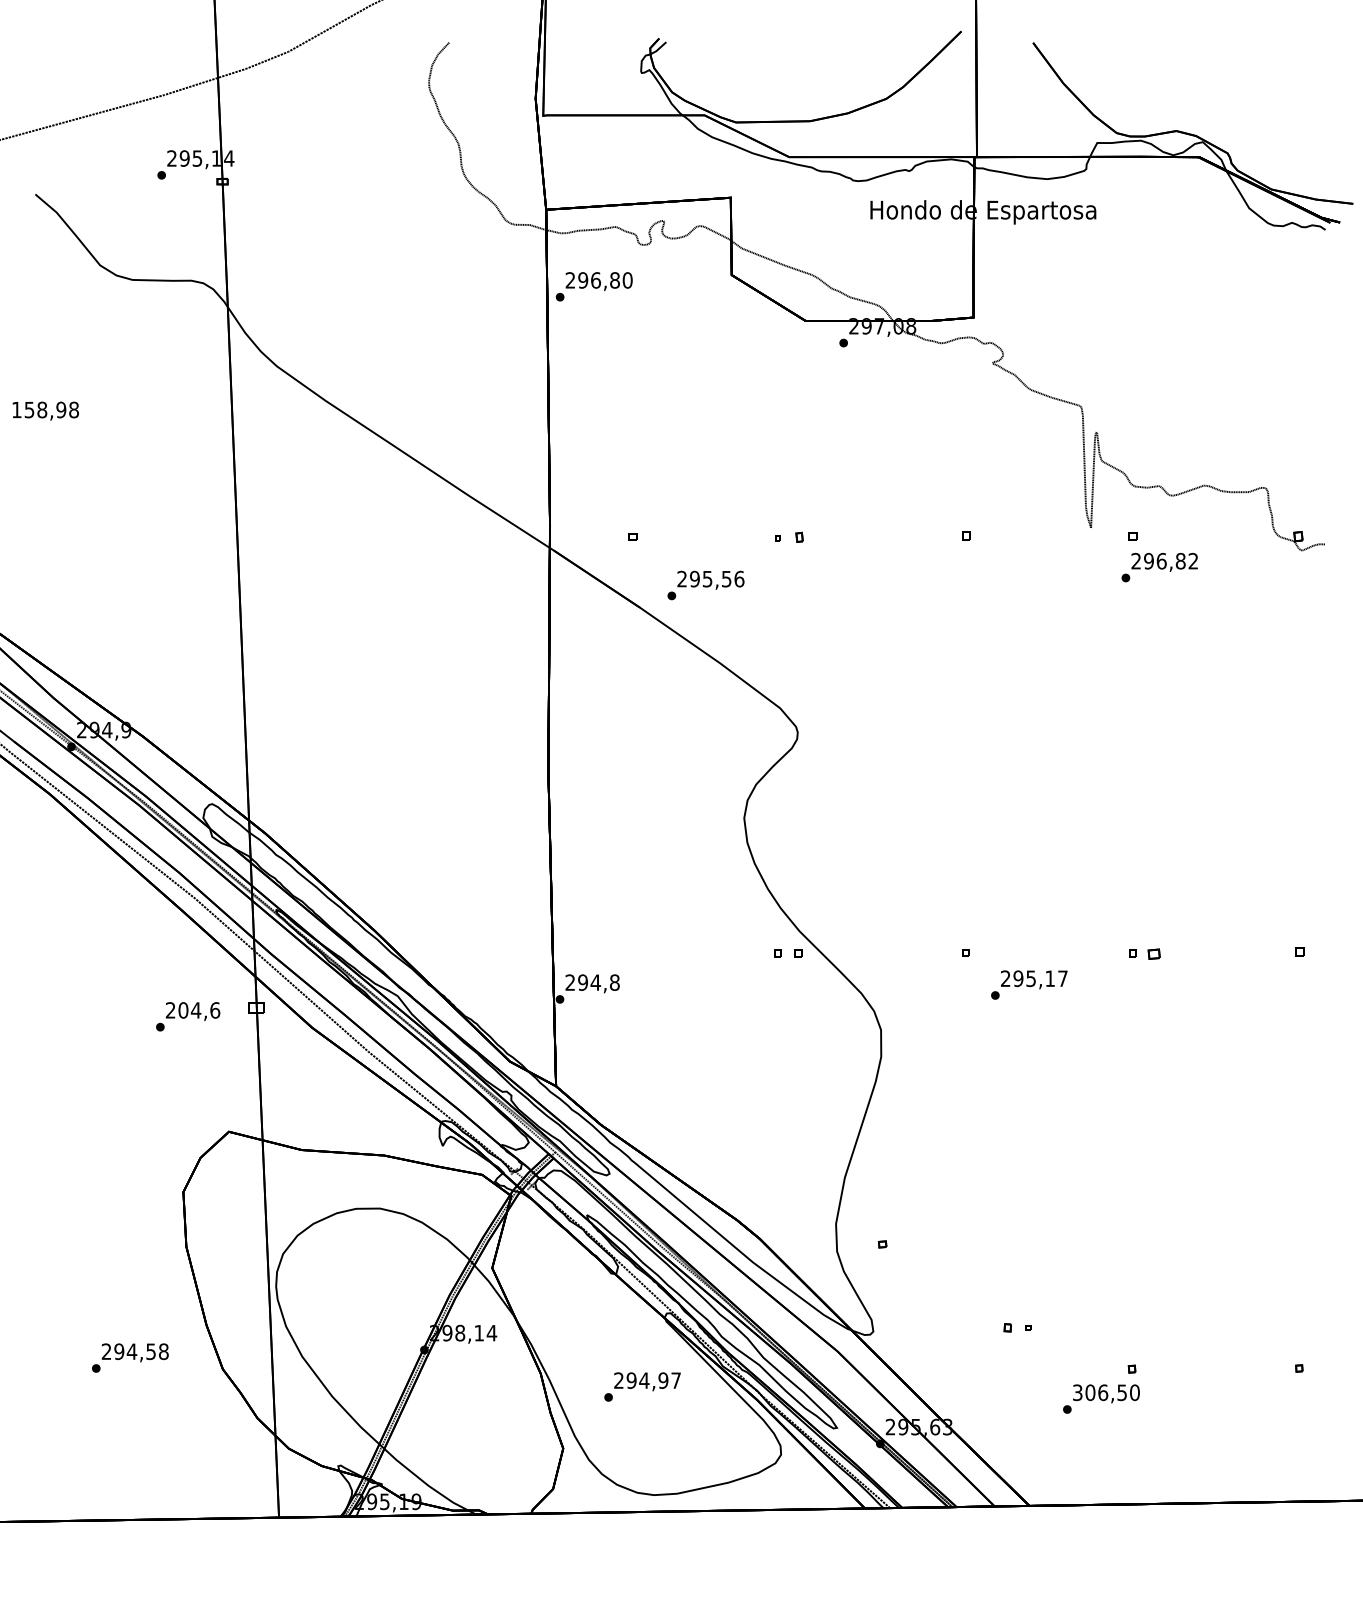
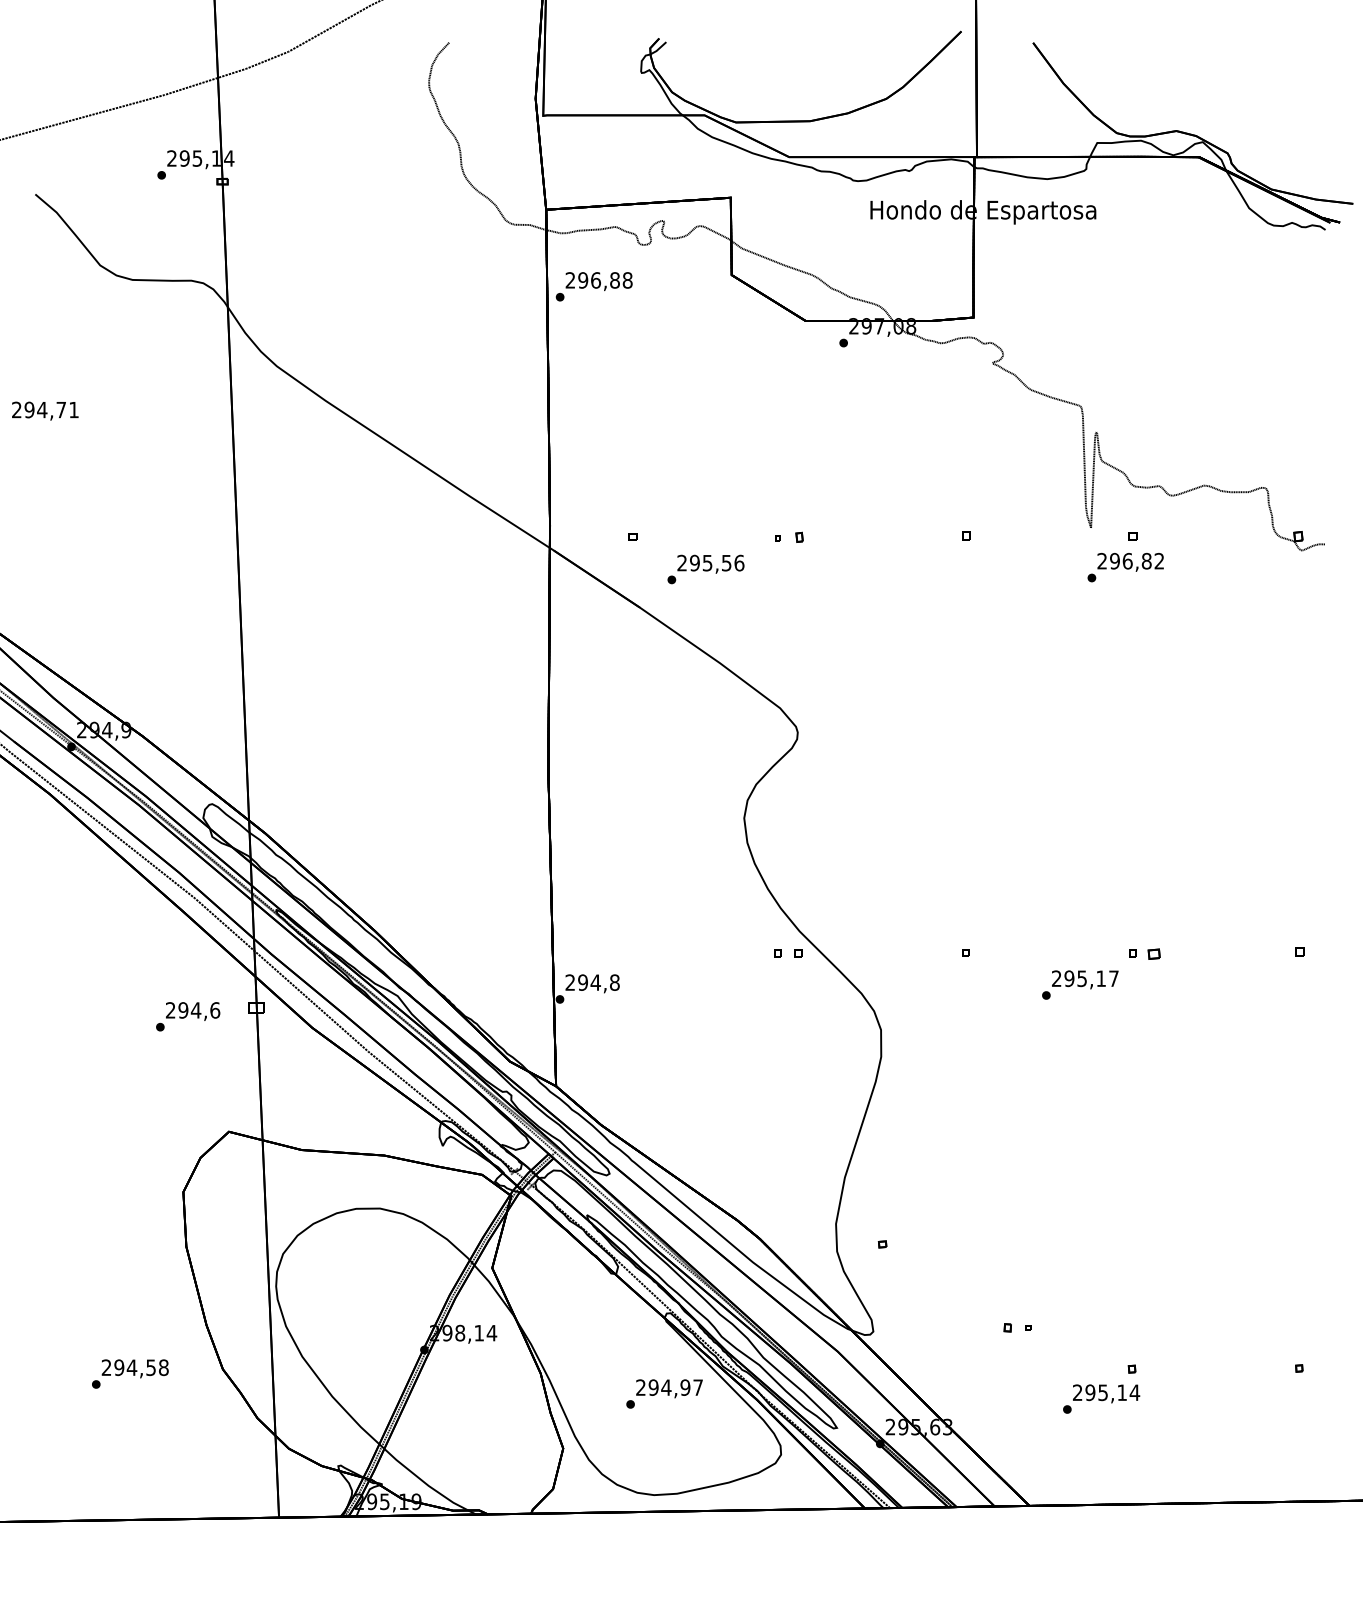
text at (627, 280): 296,80 -> 296,88
text at (45, 409): 158,98 -> 294,71
text at (1159, 567) position: (1159, 567) -> (1125, 567)
text at (705, 585) position: (705, 585) -> (705, 569)
text at (1029, 984) position: (1029, 984) -> (1080, 984)
text at (183, 1010): 204,6 -> 294,6
text at (130, 1357) position: (130, 1357) -> (130, 1373)
text at (642, 1386) position: (642, 1386) -> (664, 1393)
text at (1106, 1392): 306,50 -> 295,14
